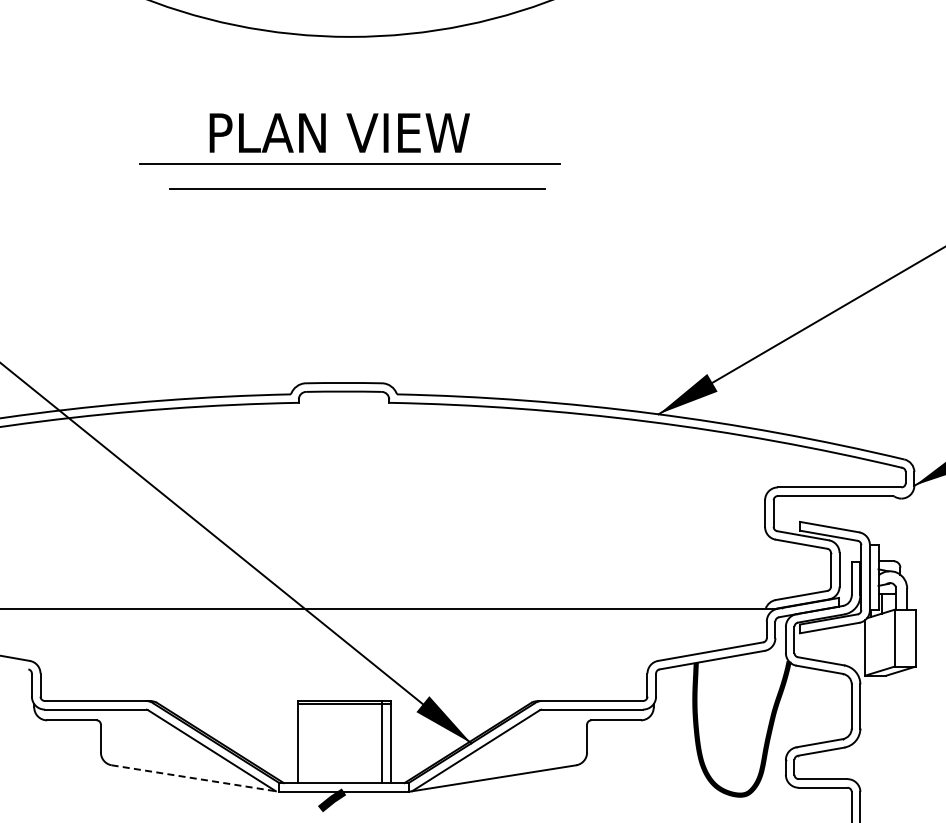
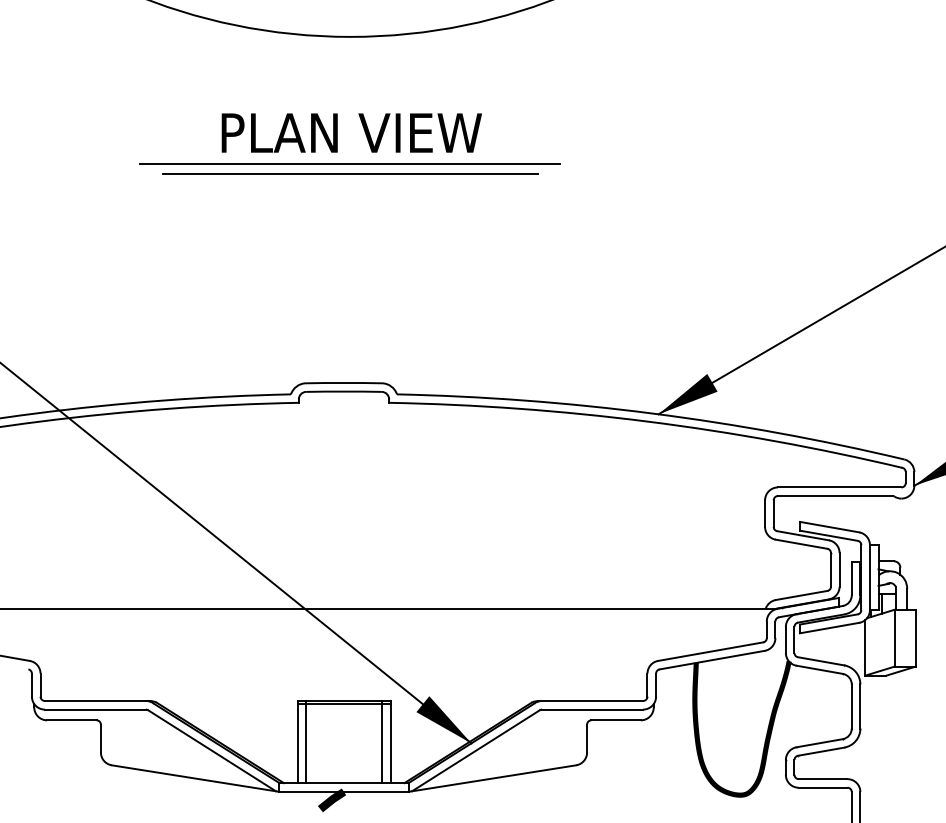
text at (339, 132) position: (339, 132) -> (351, 132)
line at (357, 188) position: (357, 188) -> (350, 173)
line at (306, 741): none -> present
line at (195, 778): dashed -> solid
